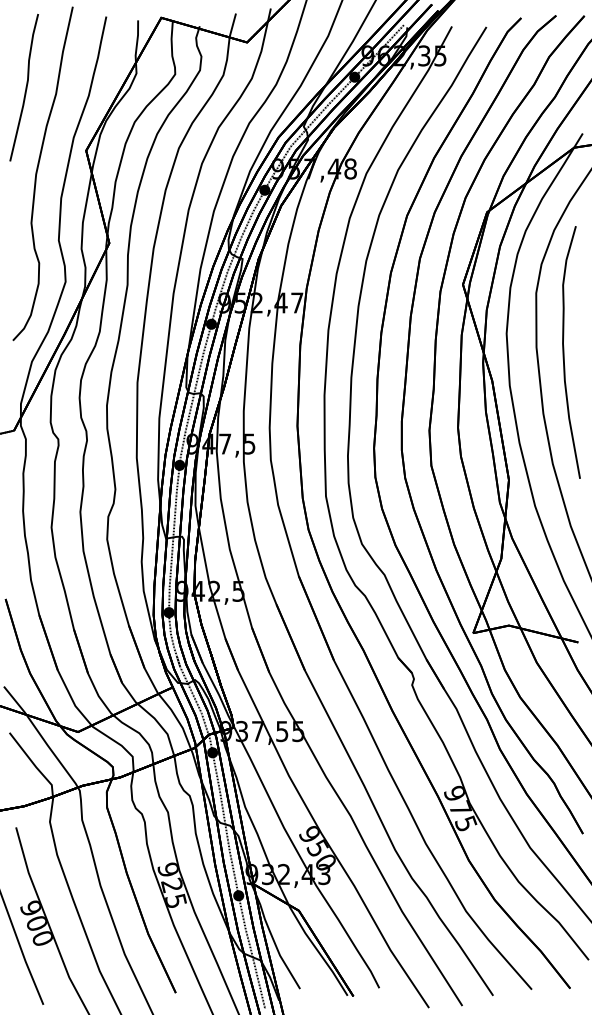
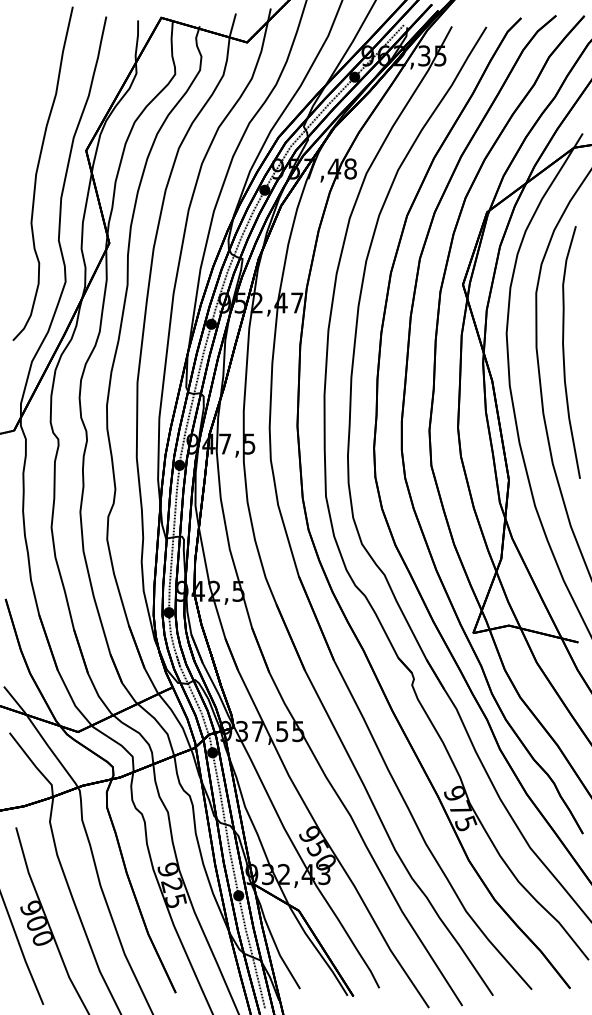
part at (23, 87): present -> none
